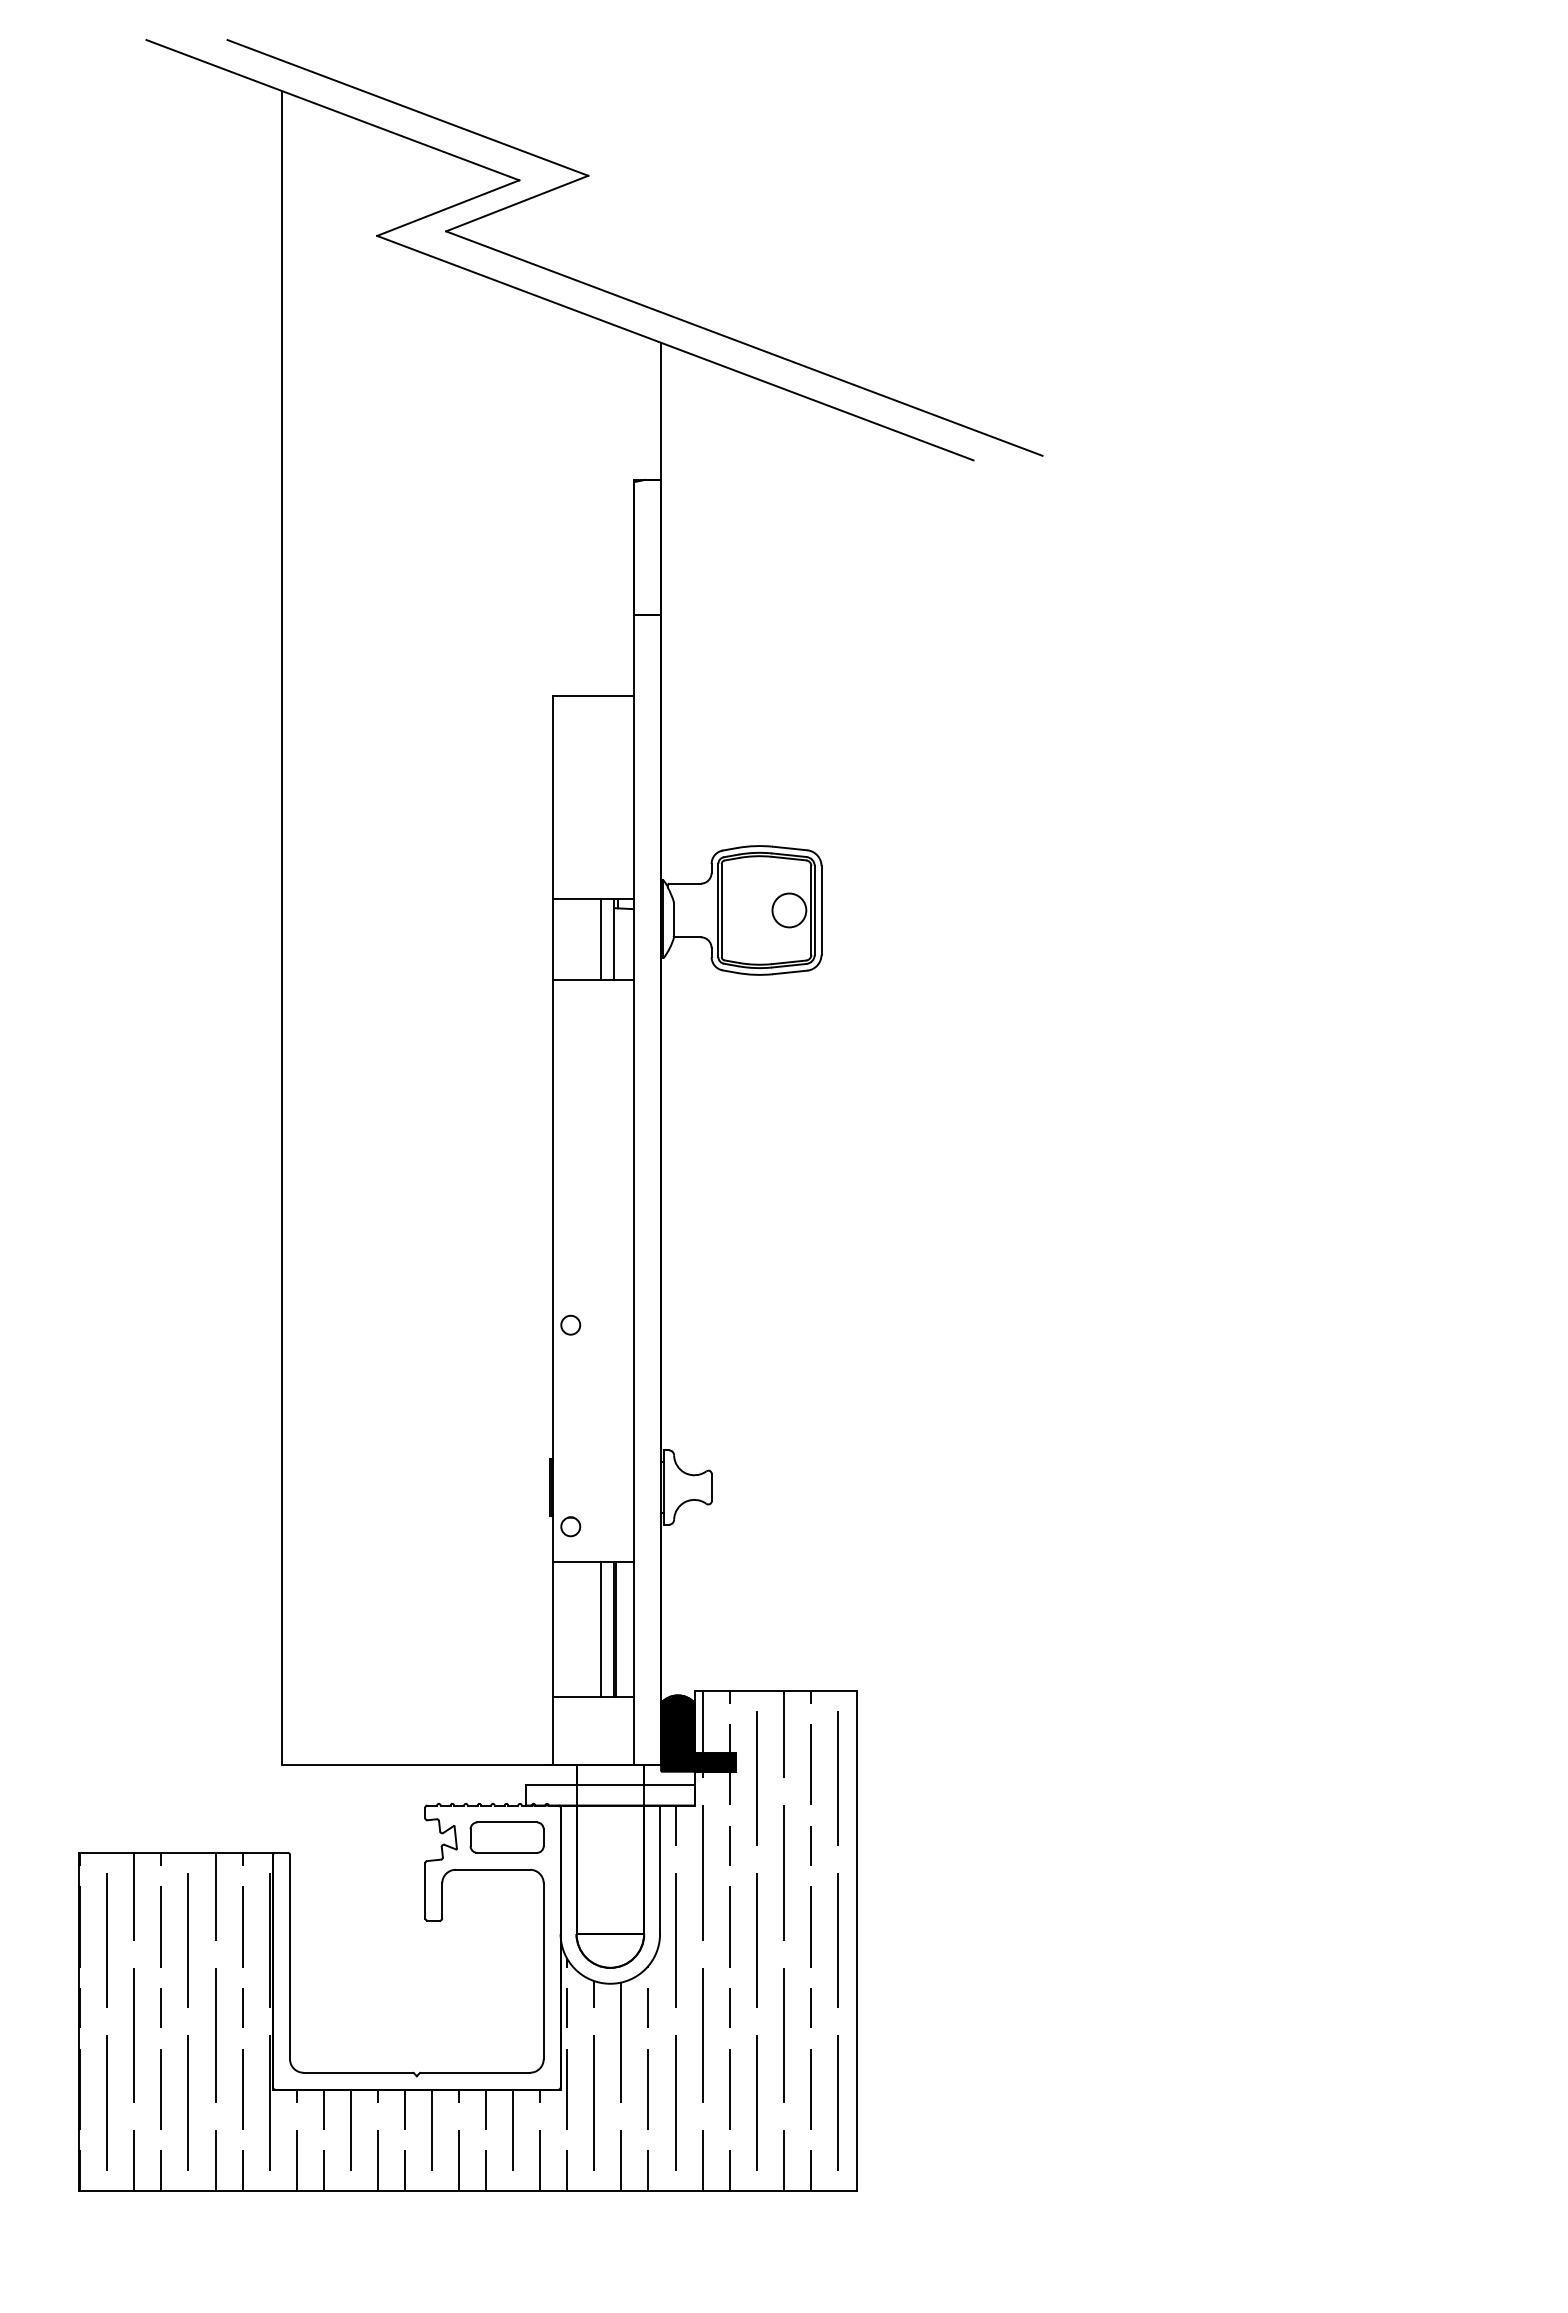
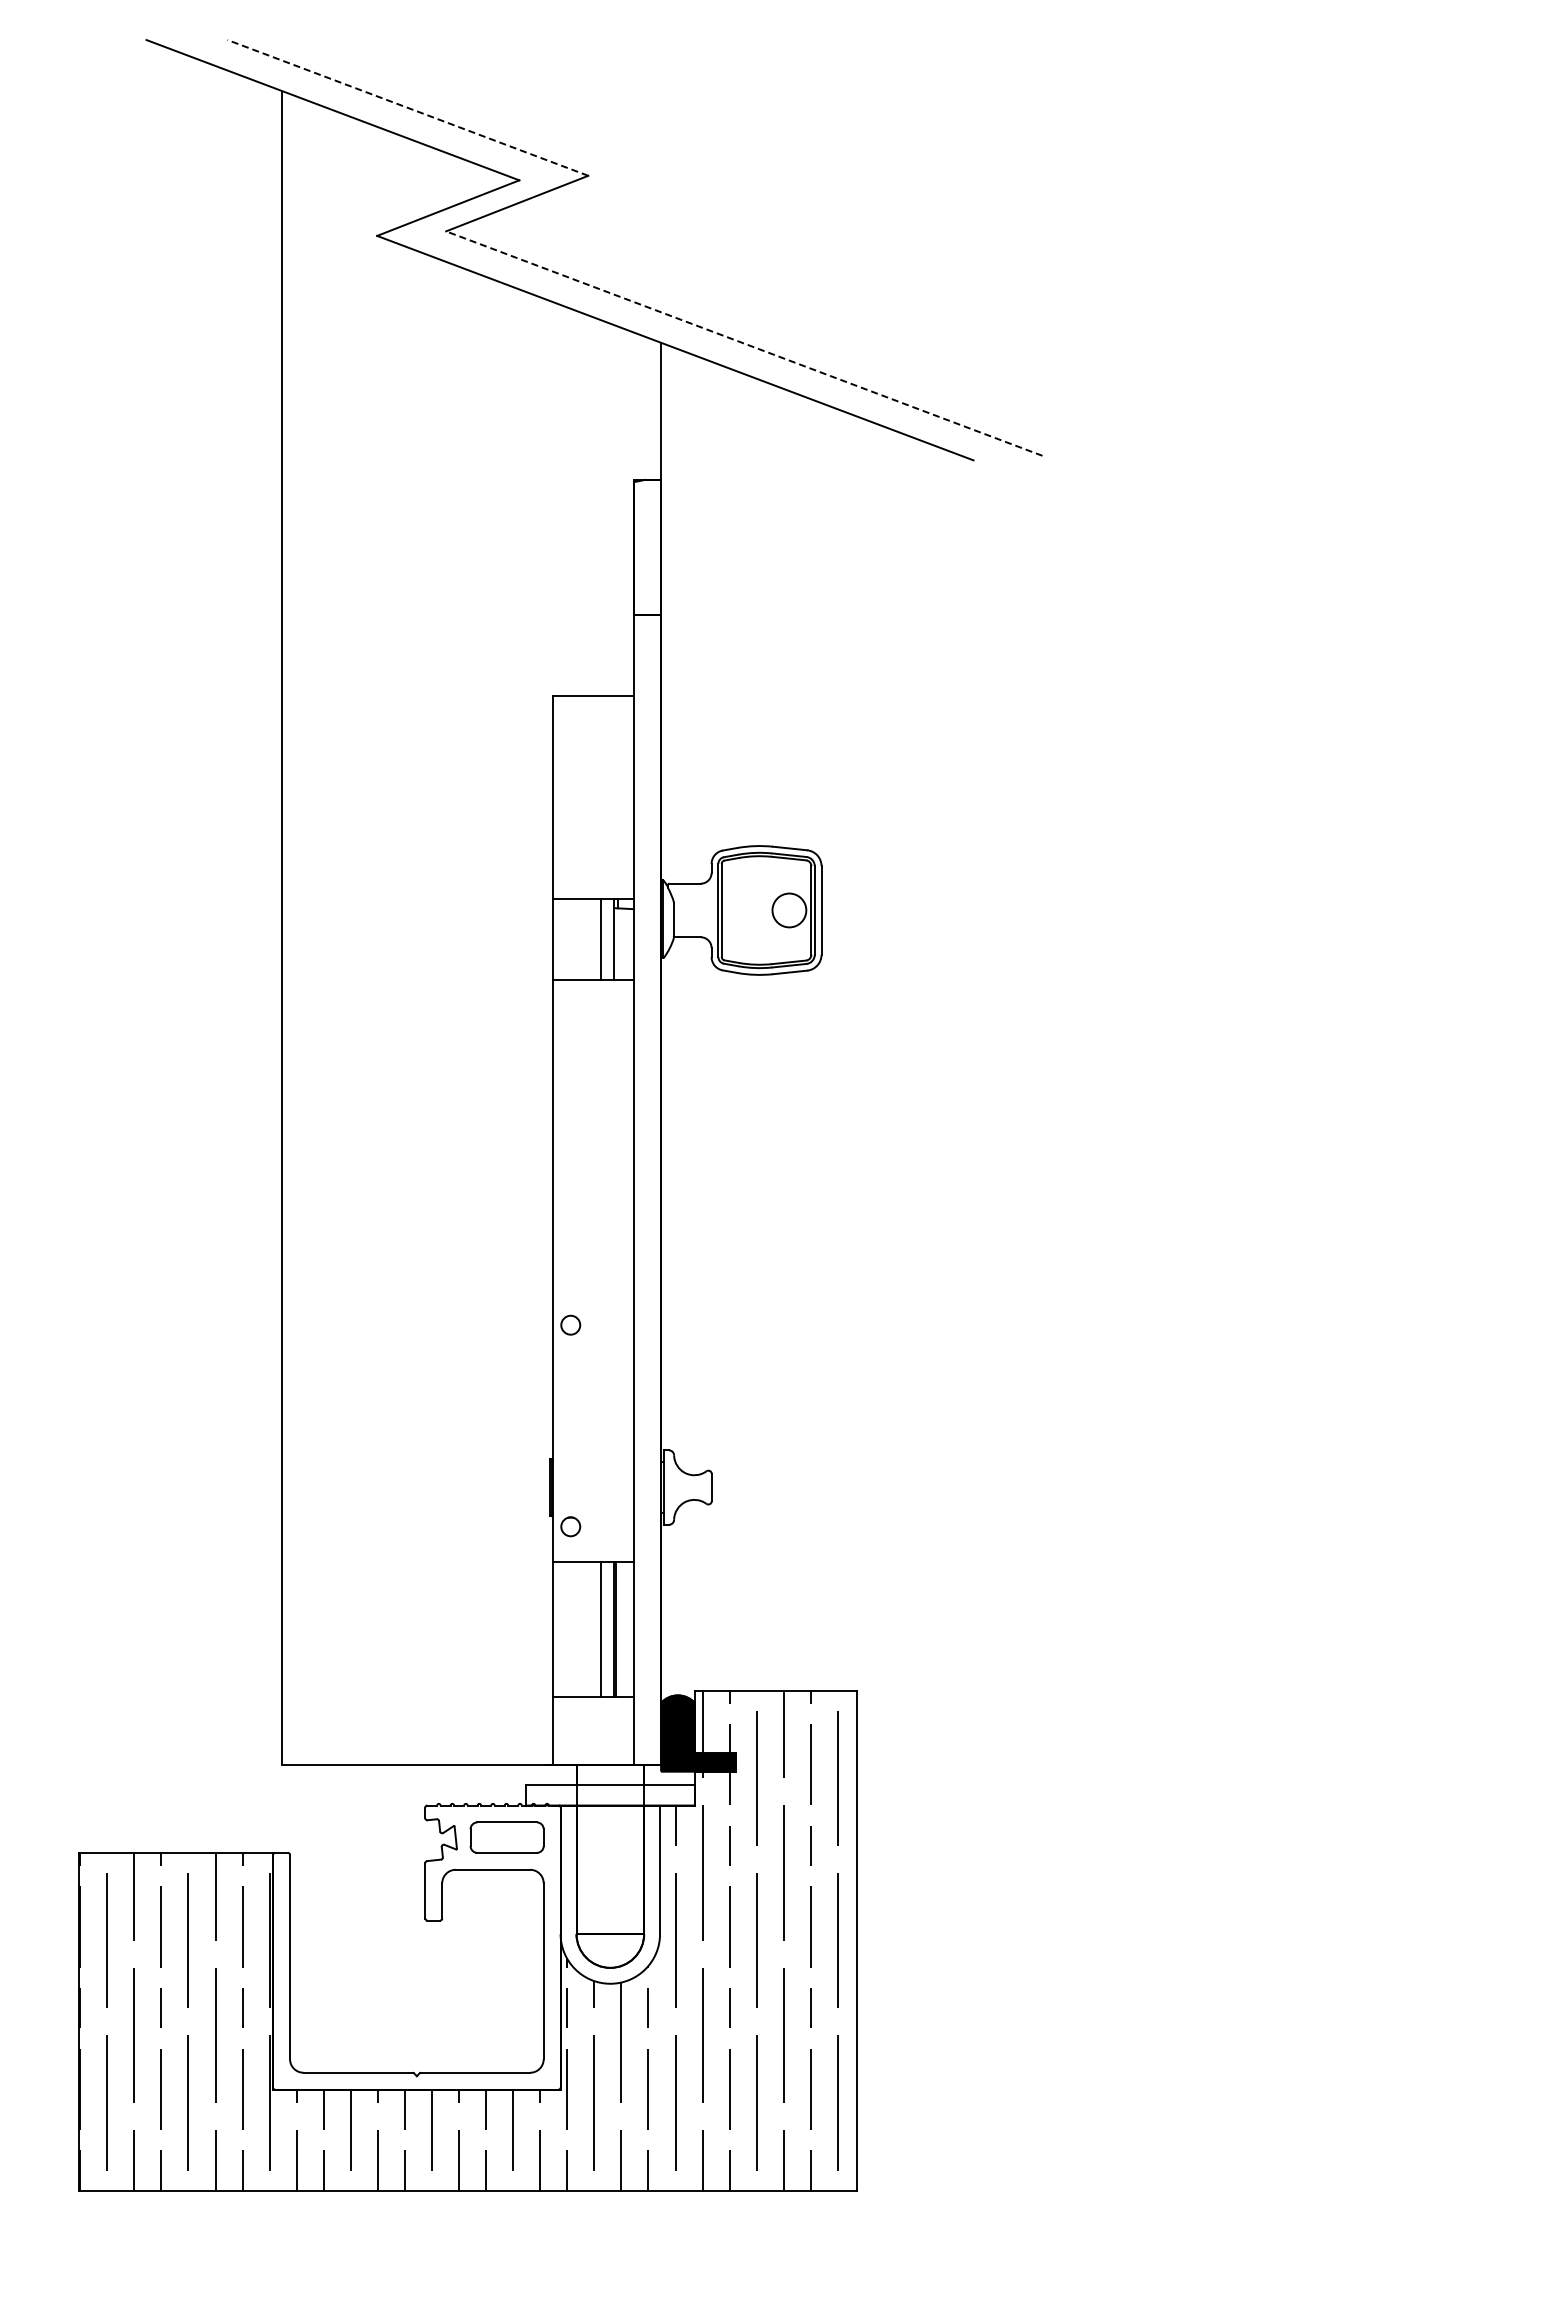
line at (407, 107): solid -> dashed
line at (744, 343): solid -> dashed
